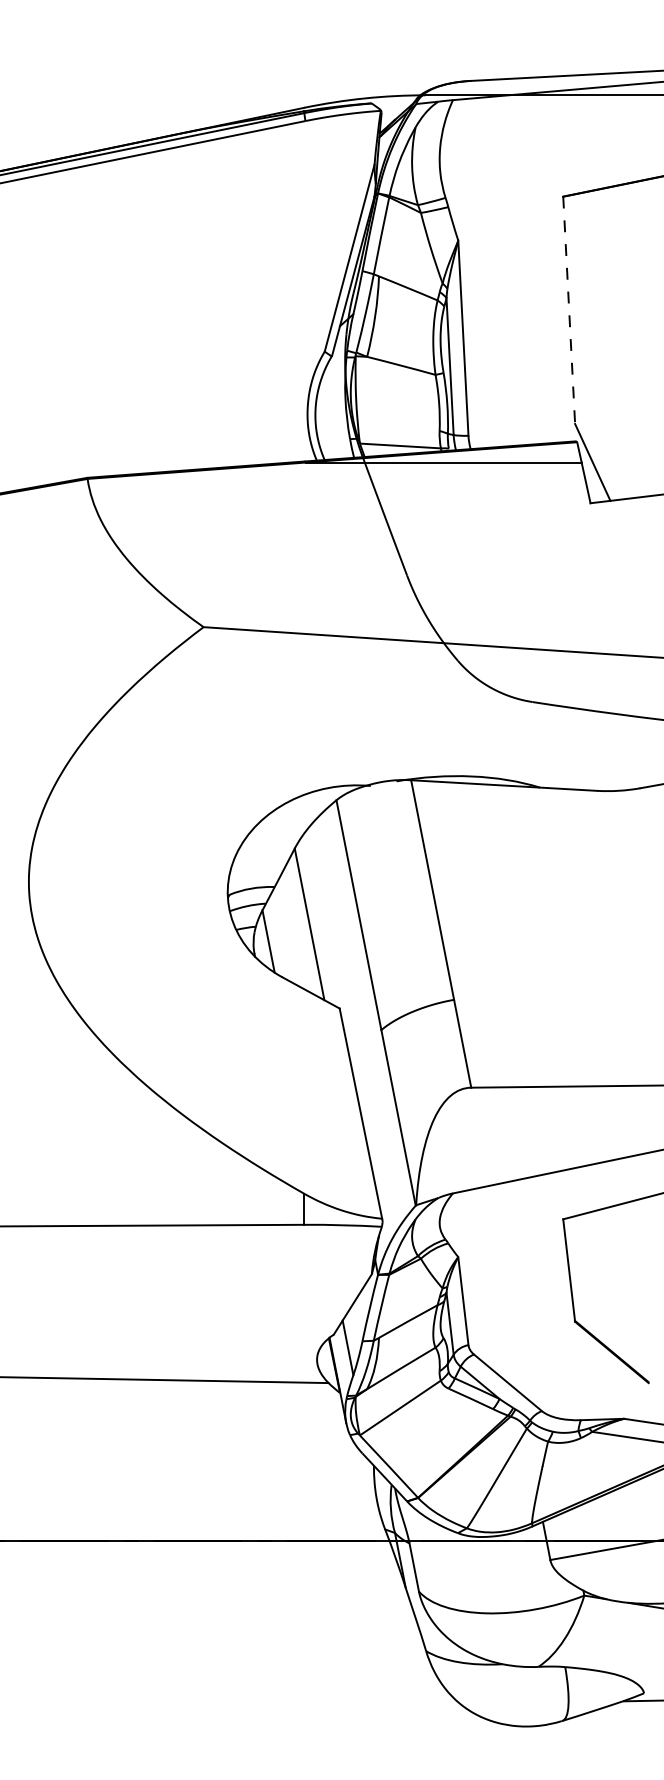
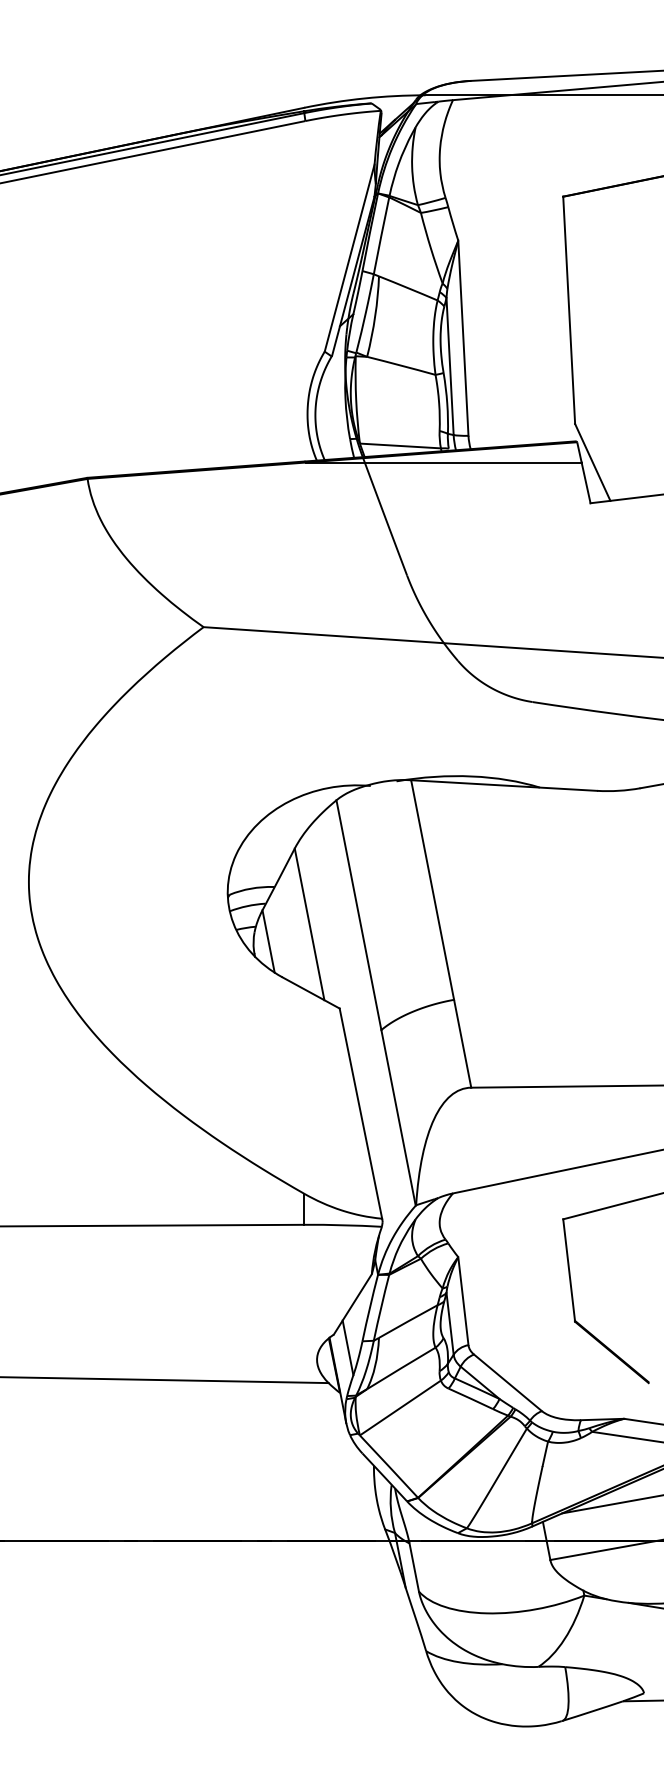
line at (569, 310): dashed -> solid
line at (611, 1504): none -> present
